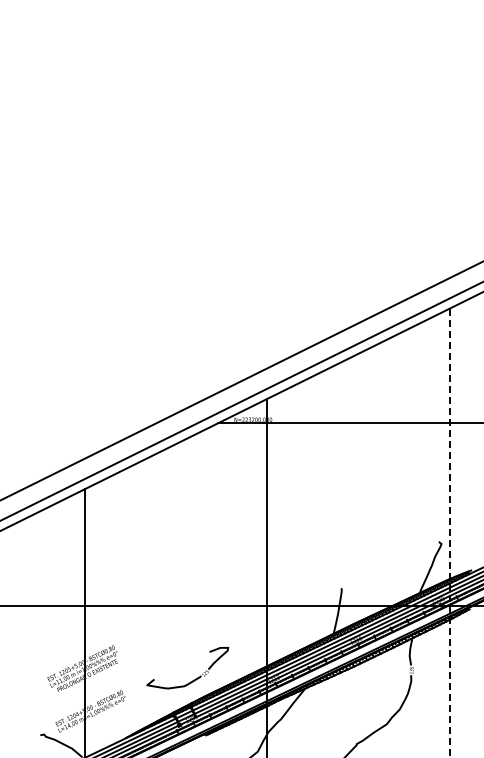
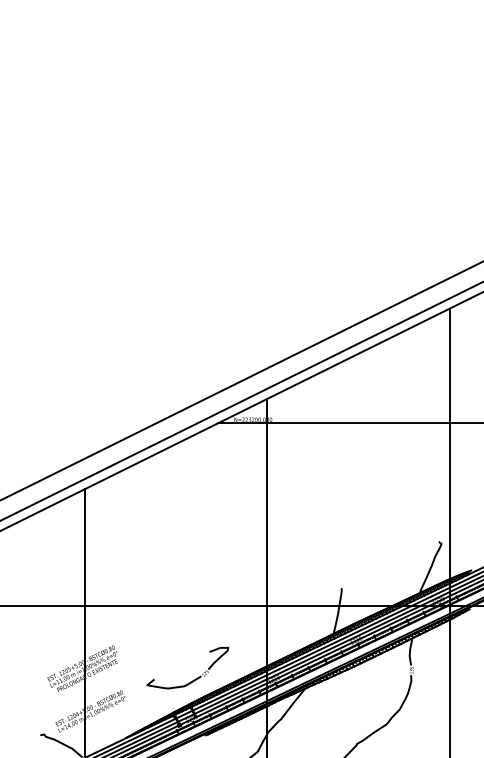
line at (449, 533): dashed -> solid
